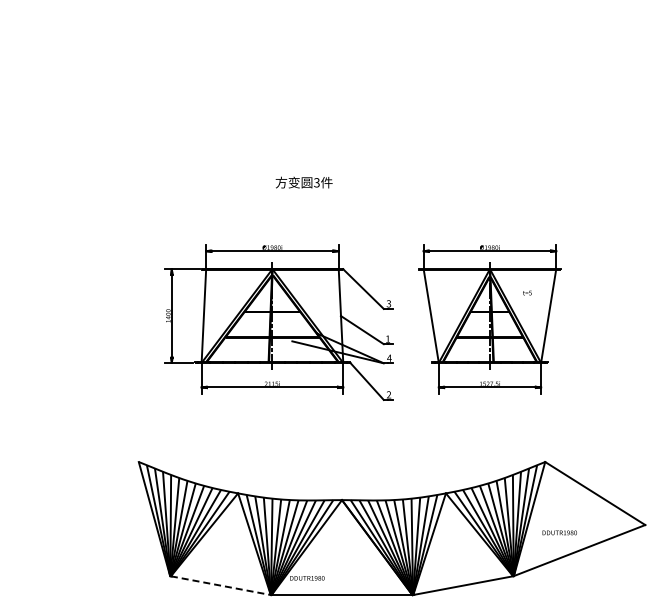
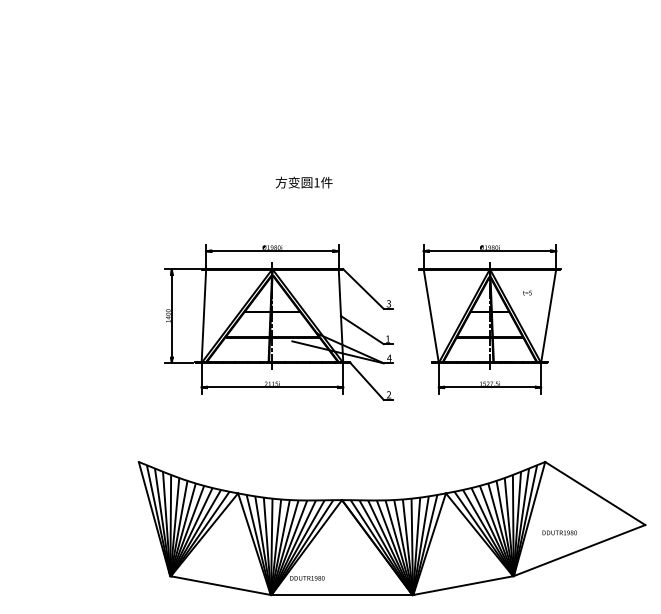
text at (316, 182): 3 -> 1
line at (220, 585): dashed -> solid
